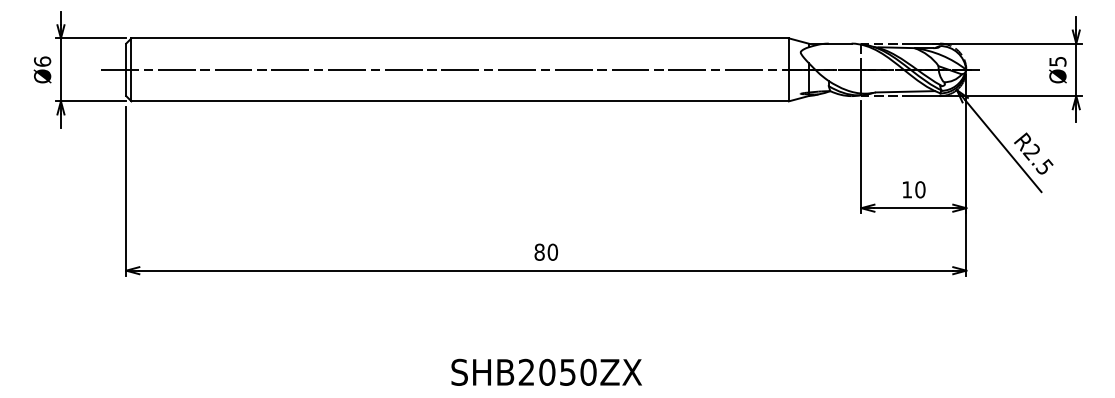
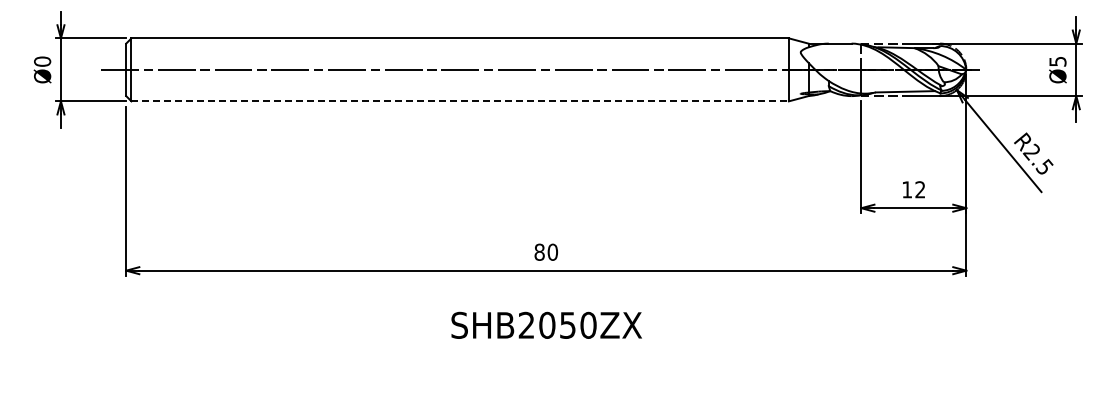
text at (42, 61): Ø6 -> Ø0
line at (460, 101): solid -> dashed
text at (920, 189): 10 -> 12
text at (546, 371) position: (546, 371) -> (546, 324)
